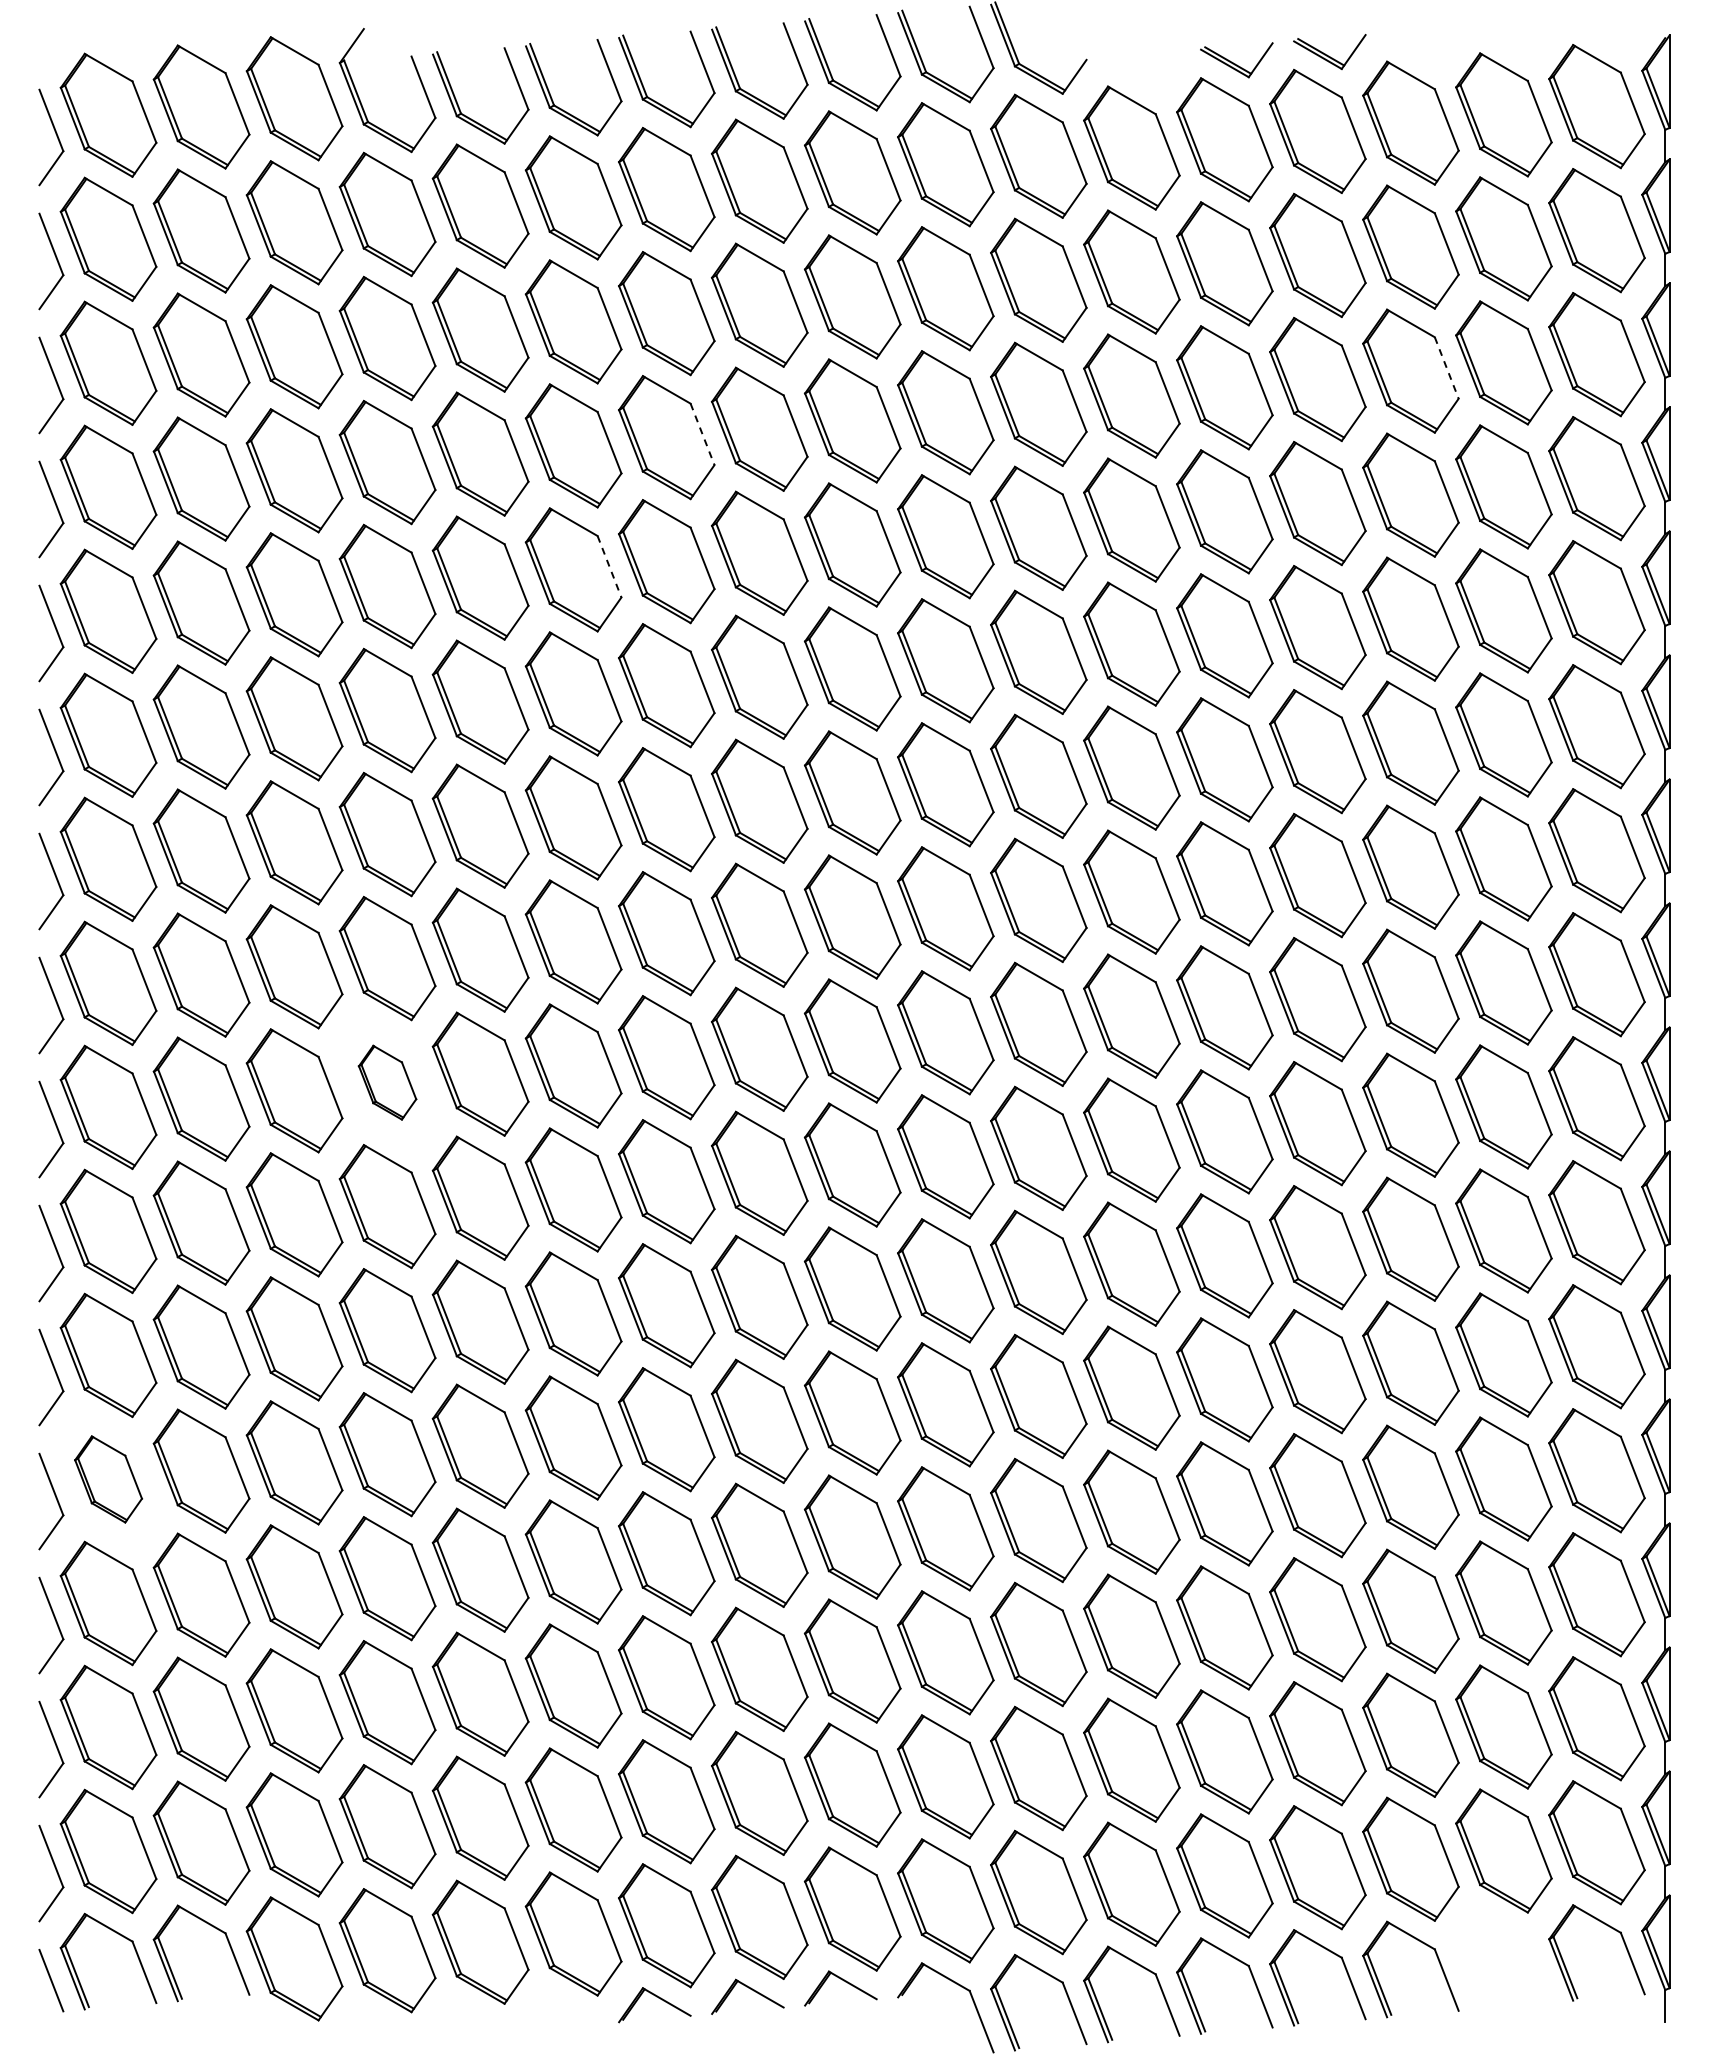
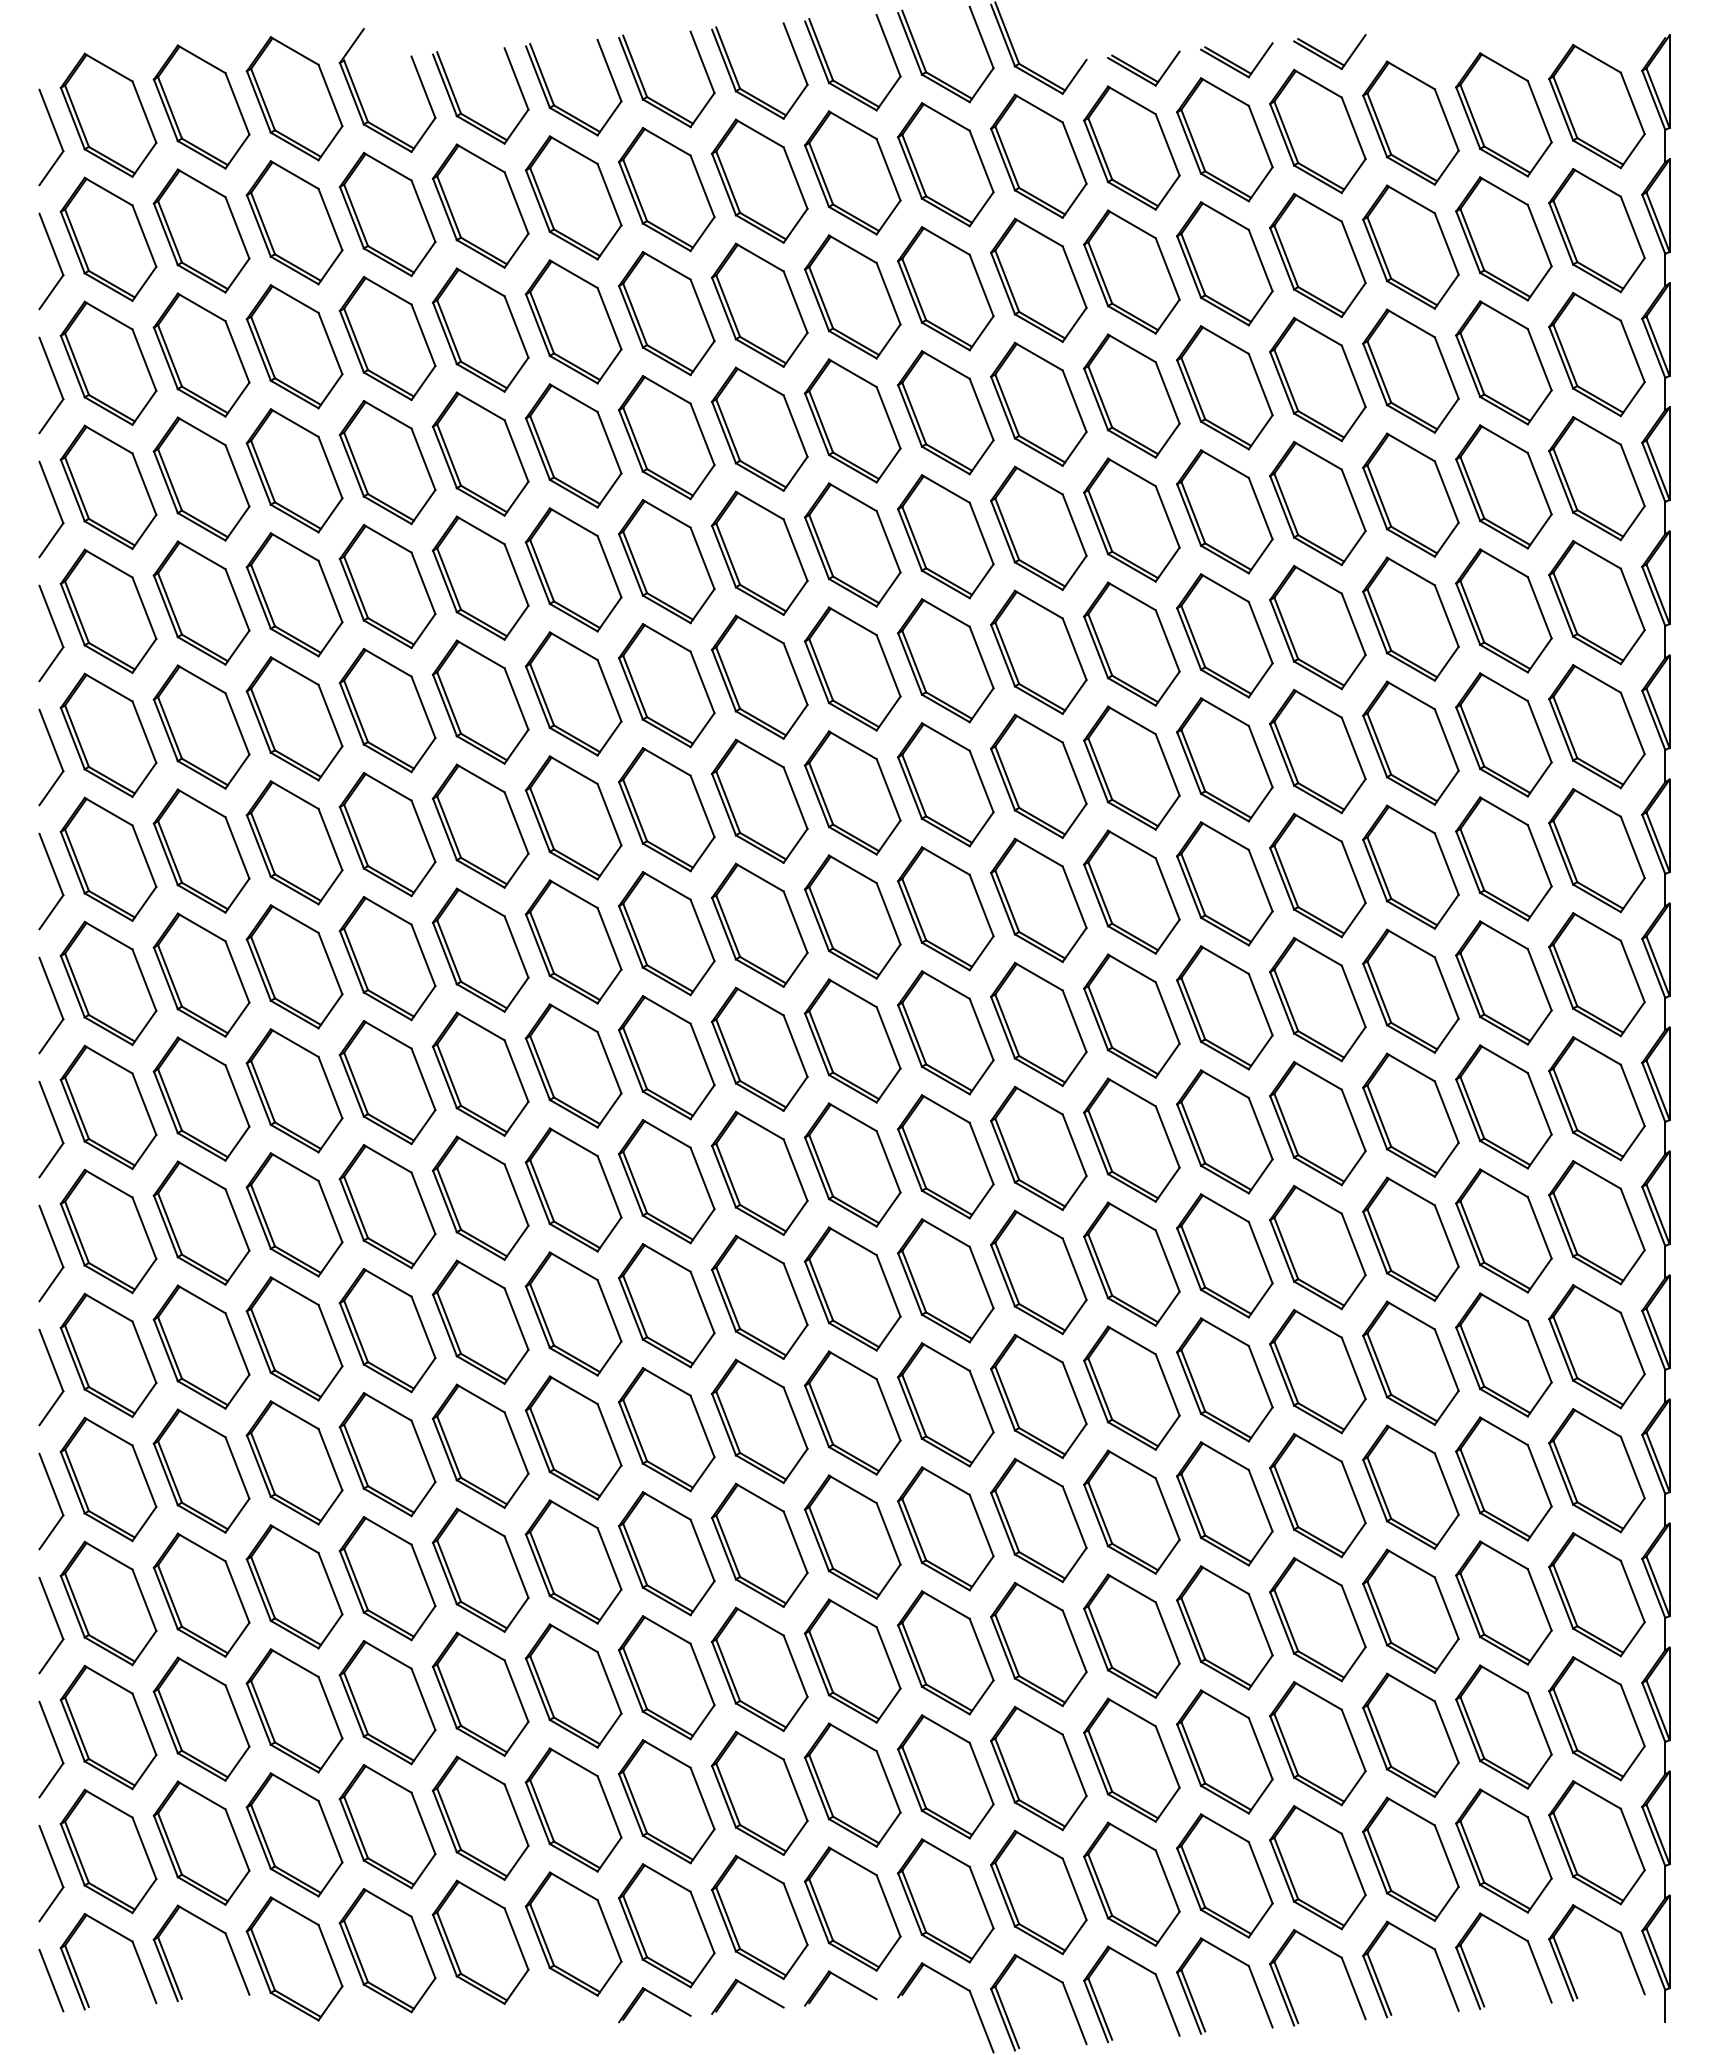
part at (1143, 68): none -> present
line at (1446, 368): dashed -> solid
line at (702, 434): dashed -> solid
line at (609, 566): dashed -> solid
part at (387, 1082) size: 61x77 px -> 99x126 px
part at (108, 1479) size: 70x89 px -> 99x127 px
part at (1515, 1935): none -> present
